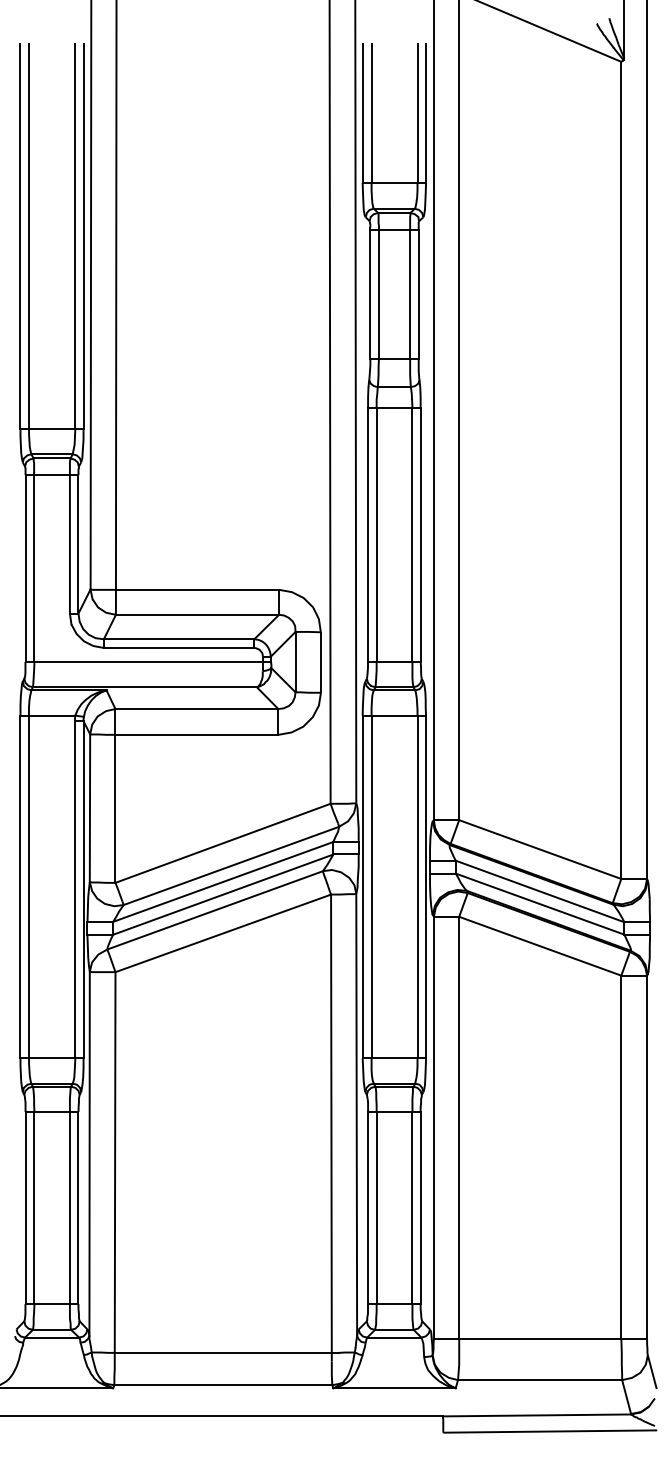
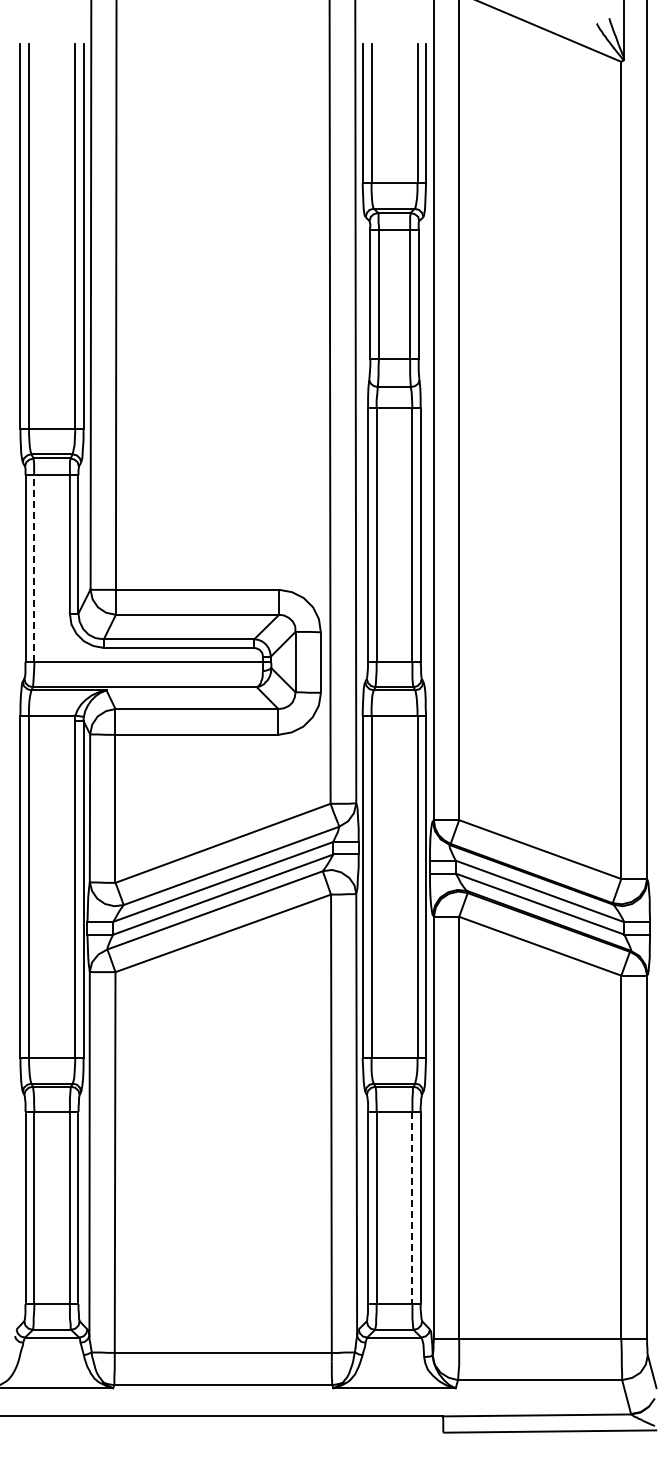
line at (34, 566): solid -> dashed
line at (412, 1208): solid -> dashed
